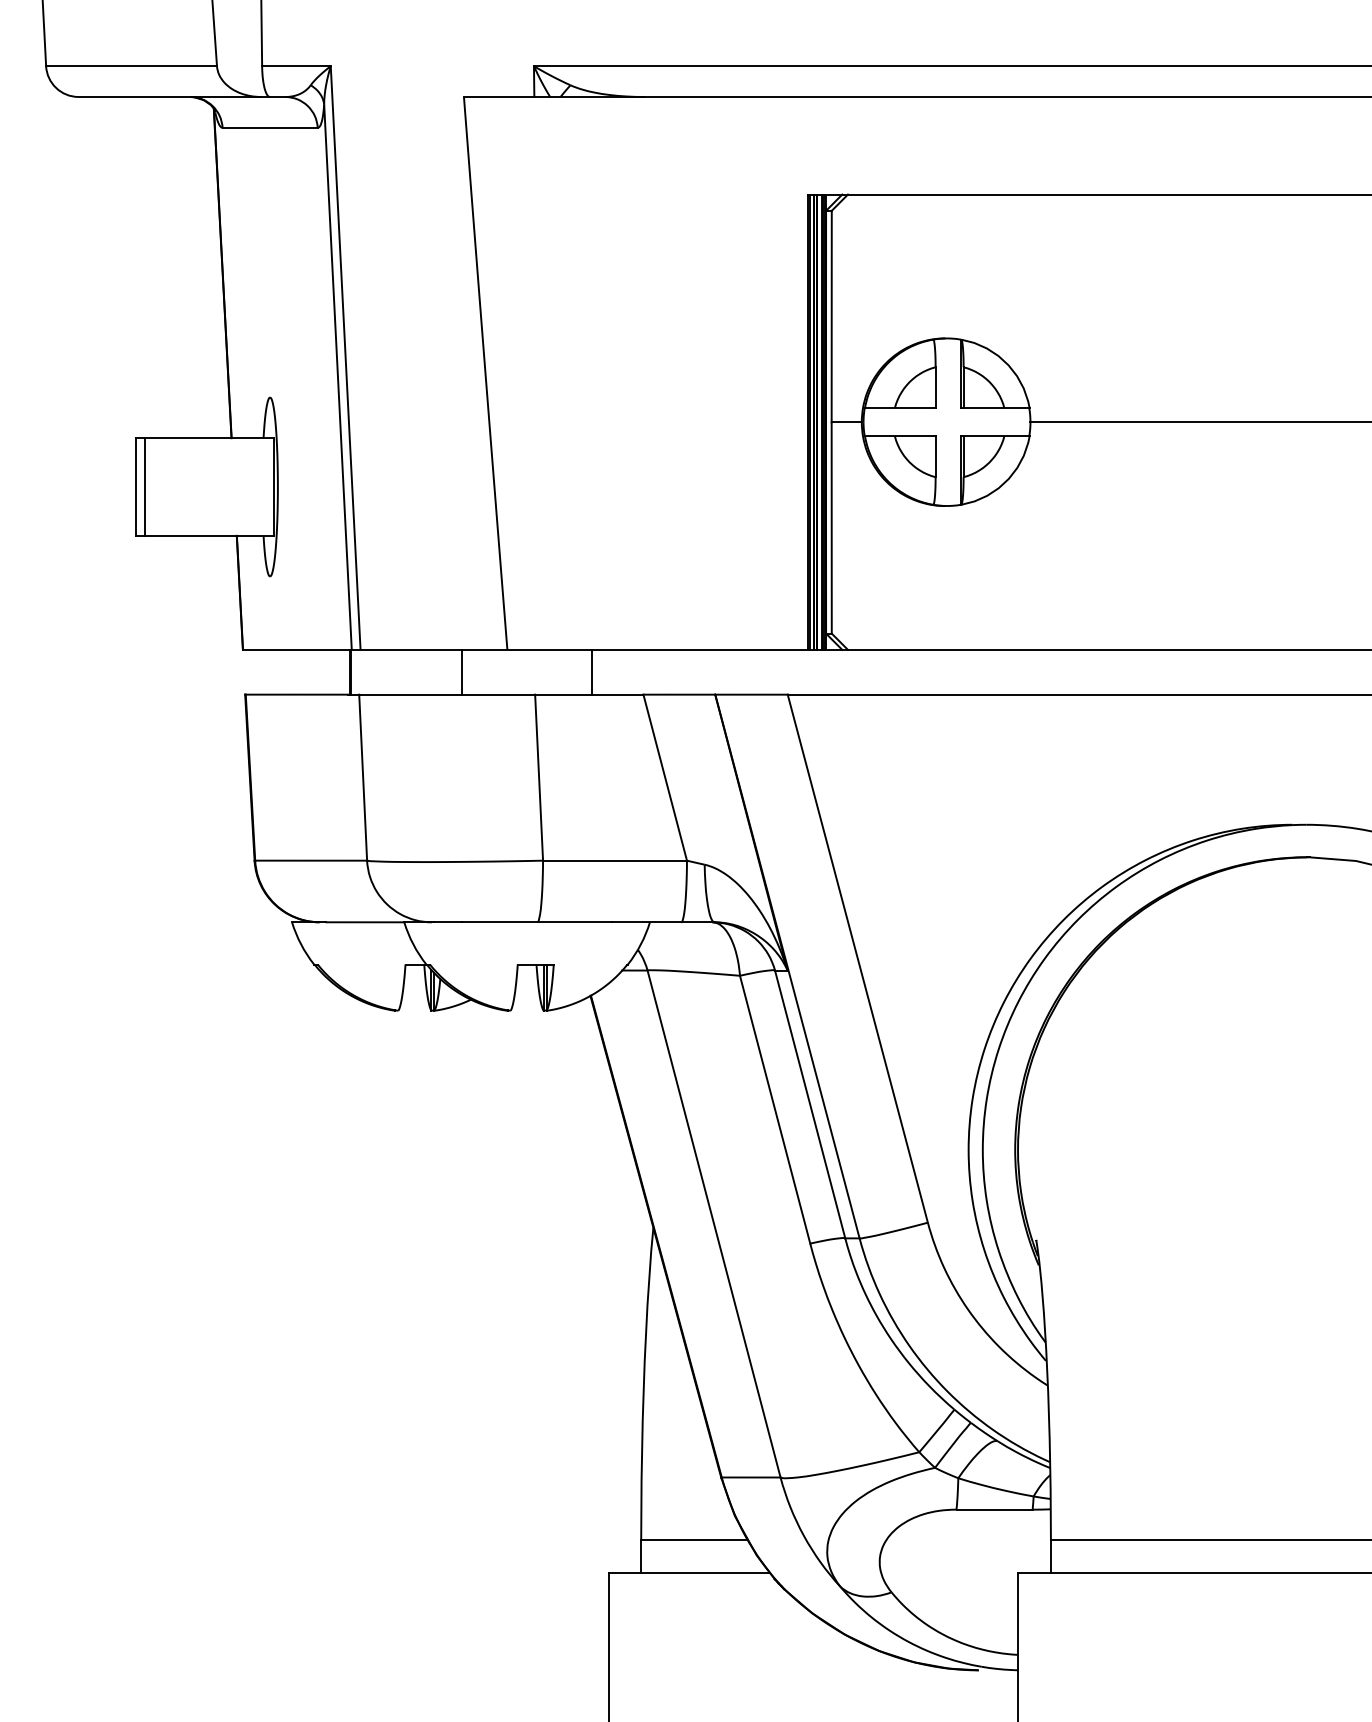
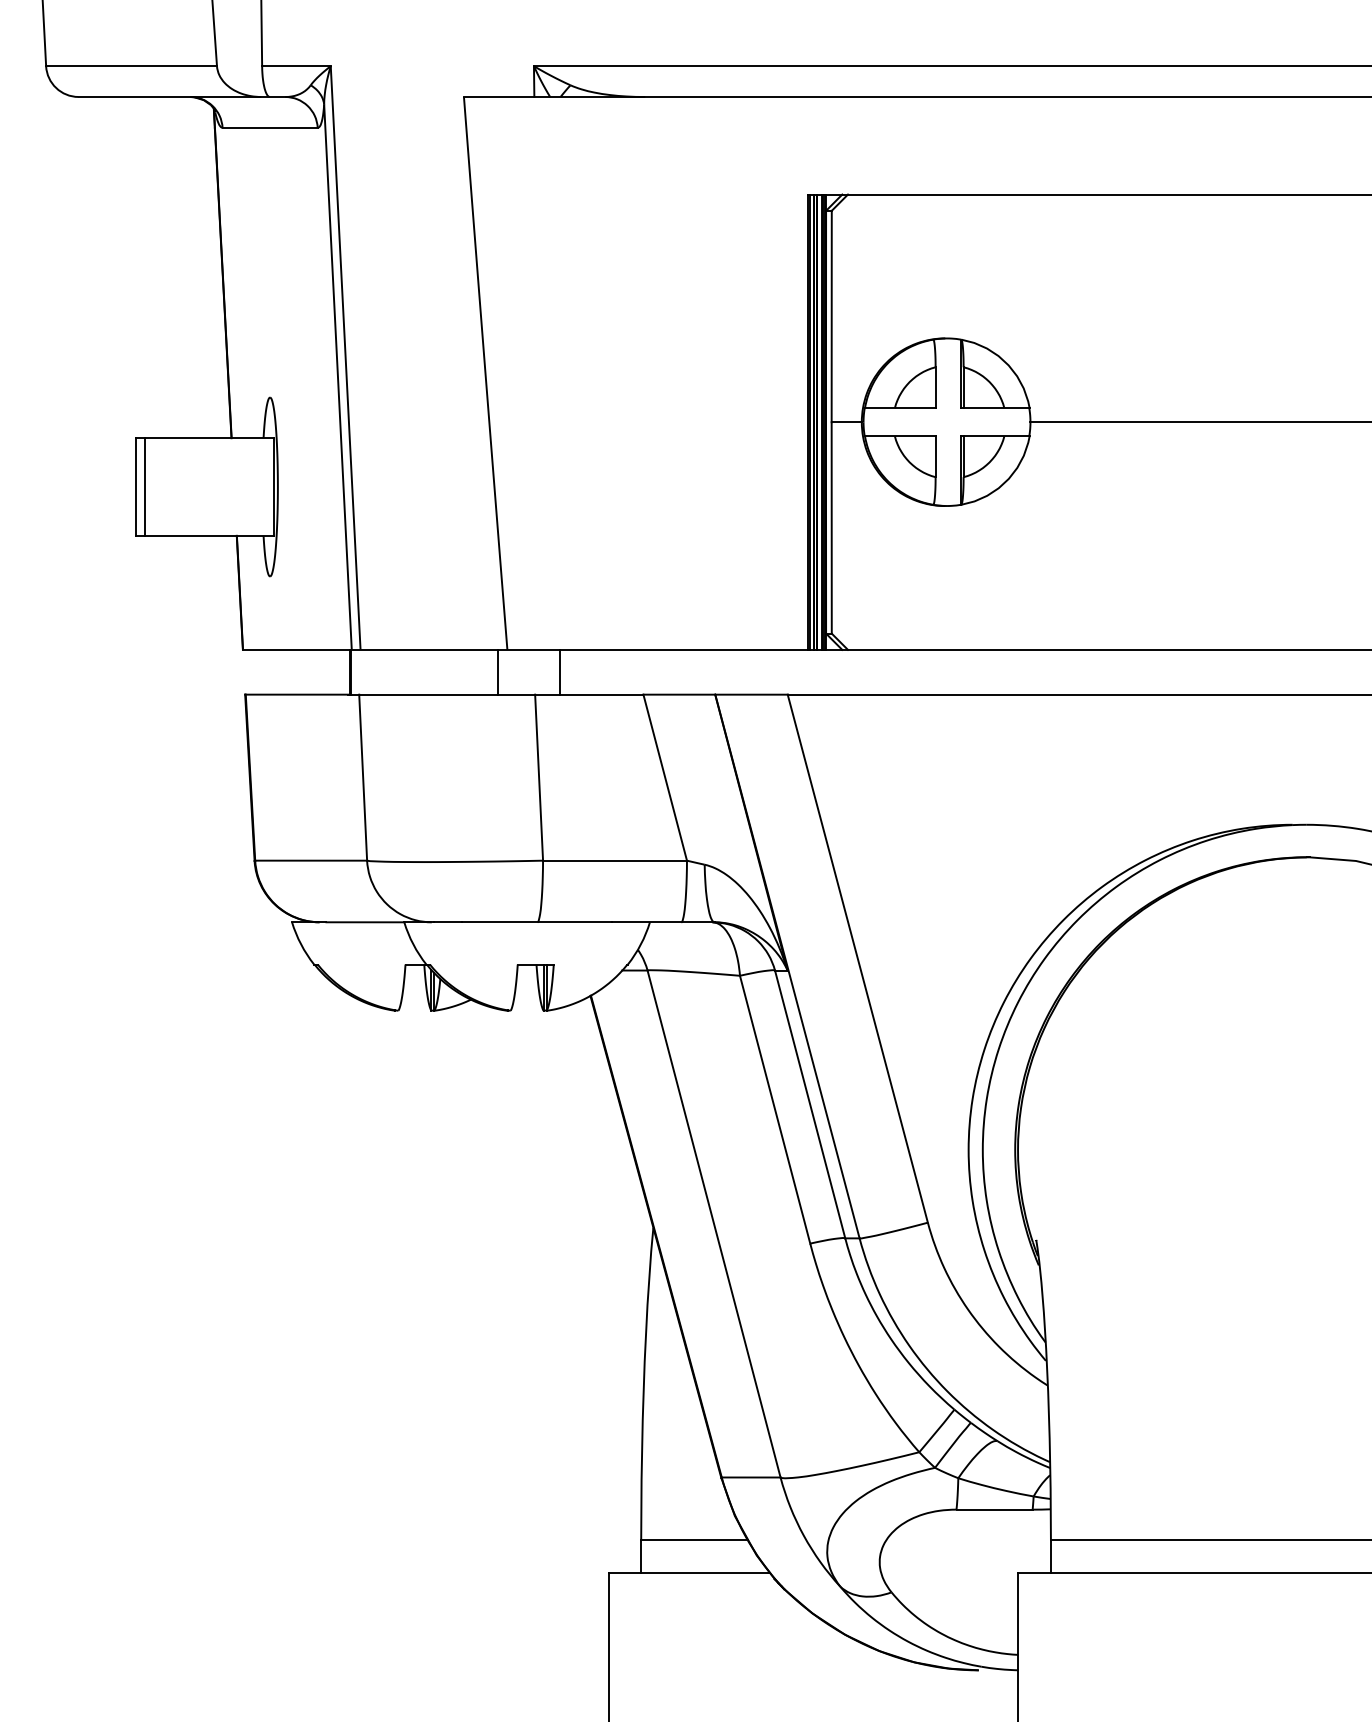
line at (462, 671) position: (462, 671) -> (498, 671)
line at (592, 671) position: (592, 671) -> (560, 671)
